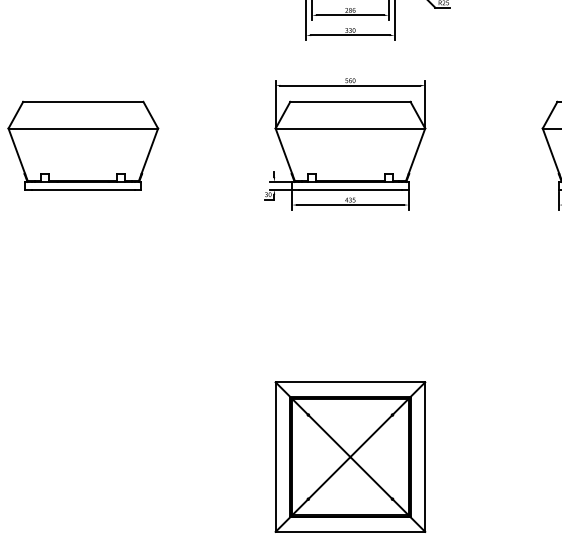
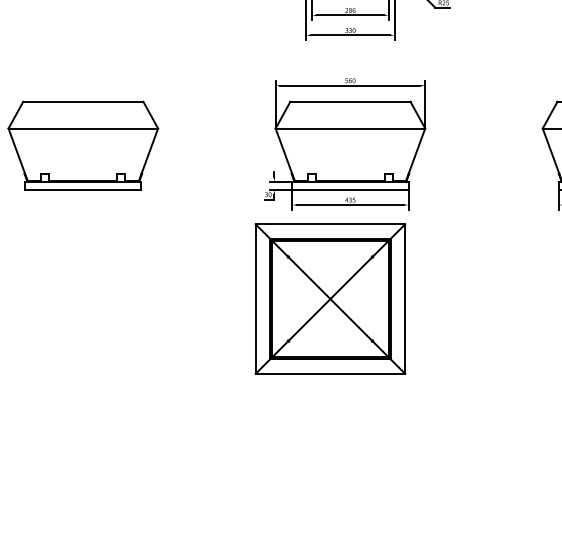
part at (350, 456) position: (350, 456) -> (330, 298)
